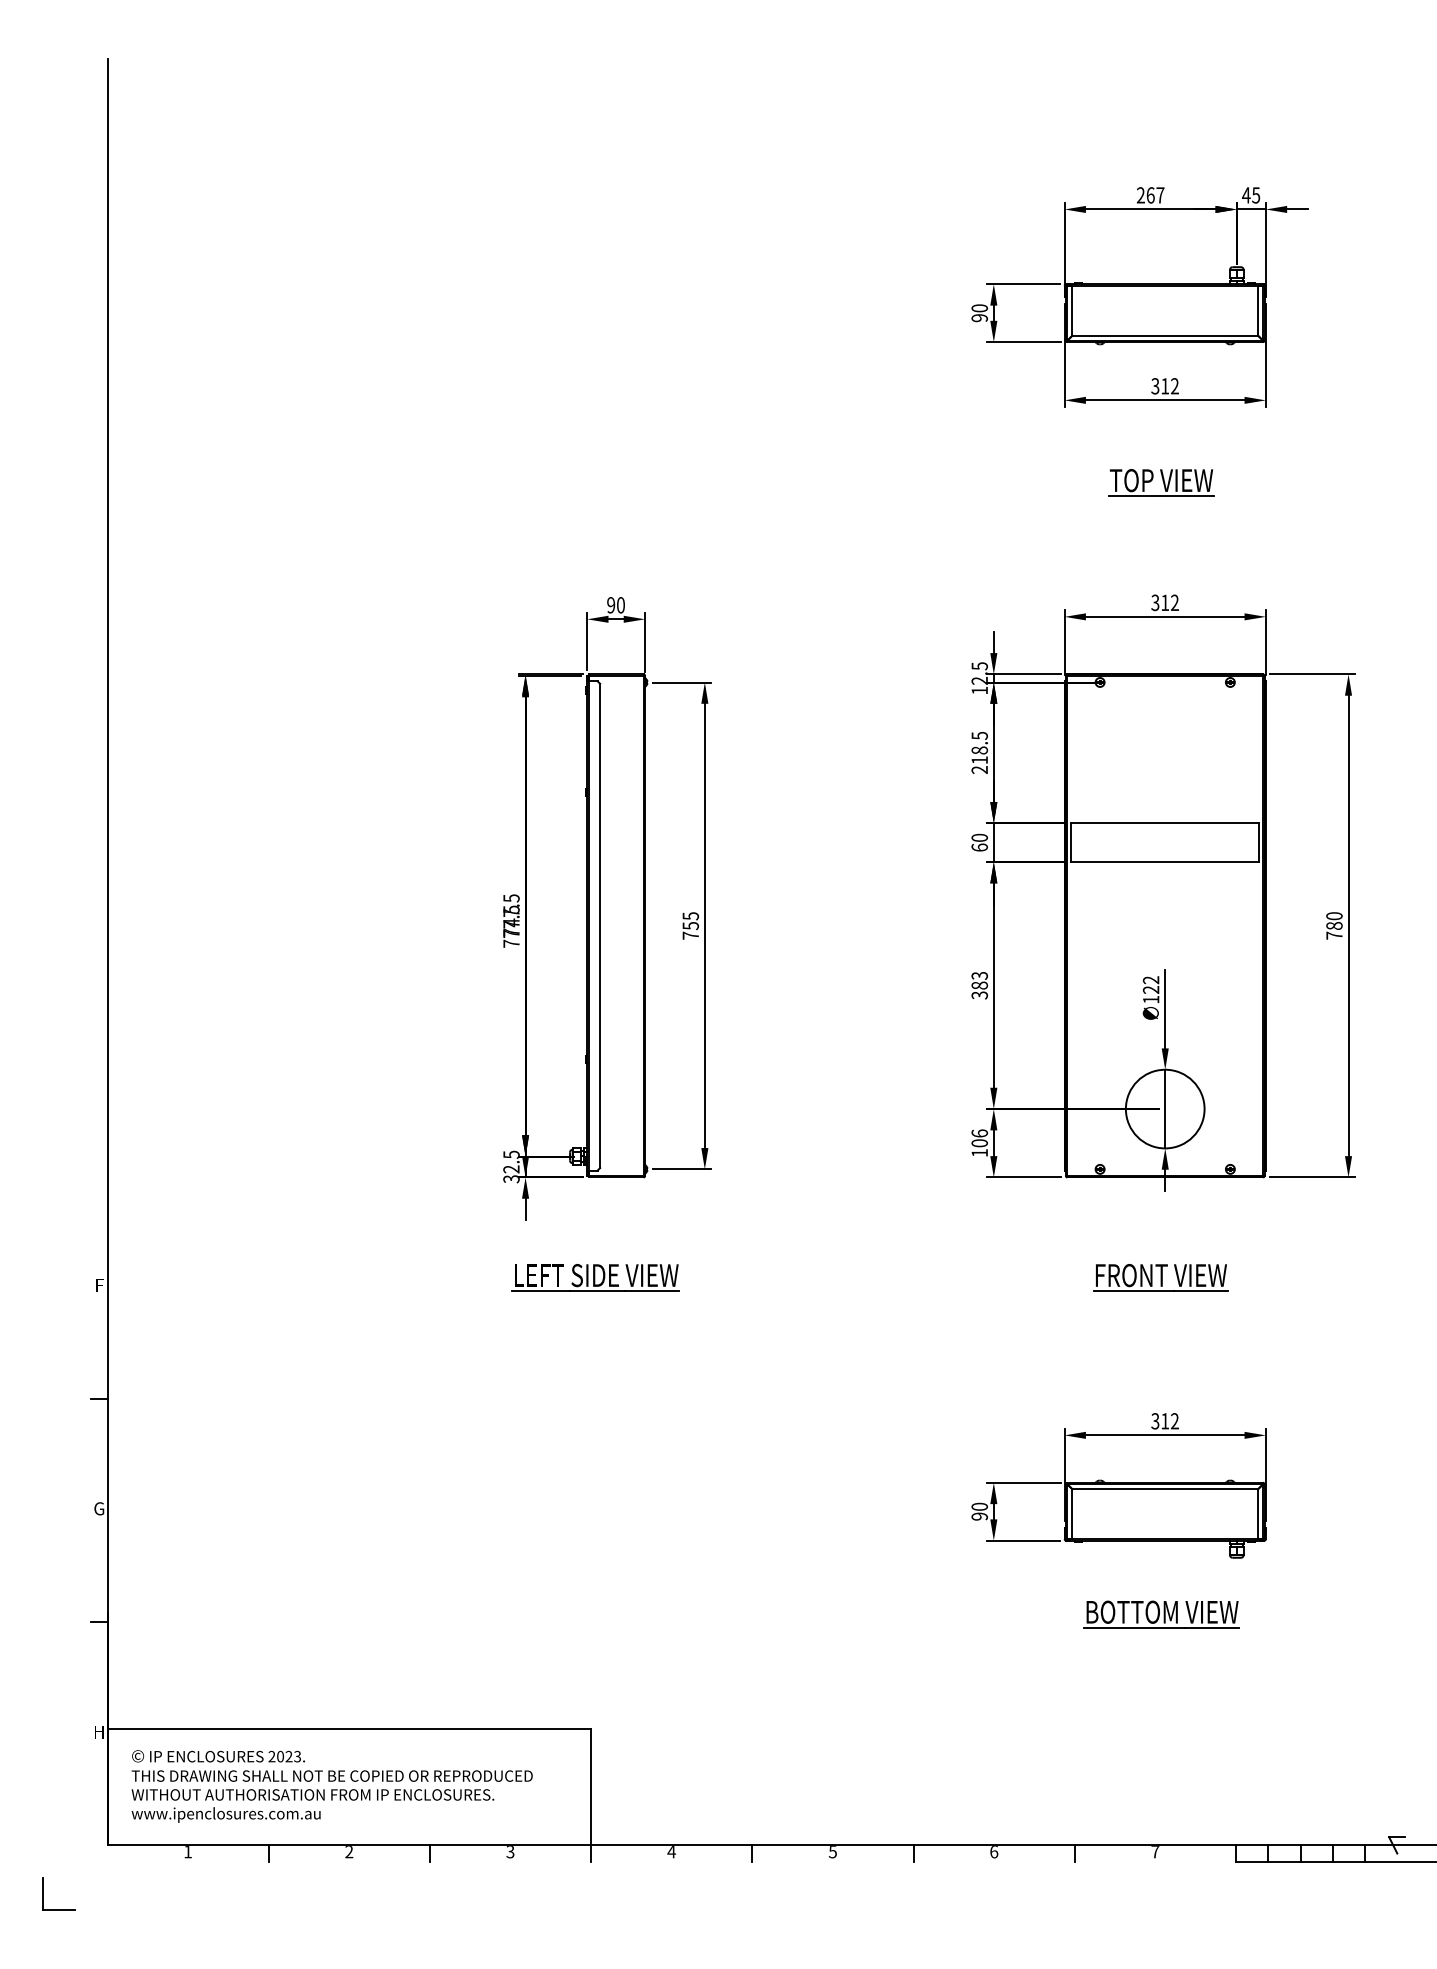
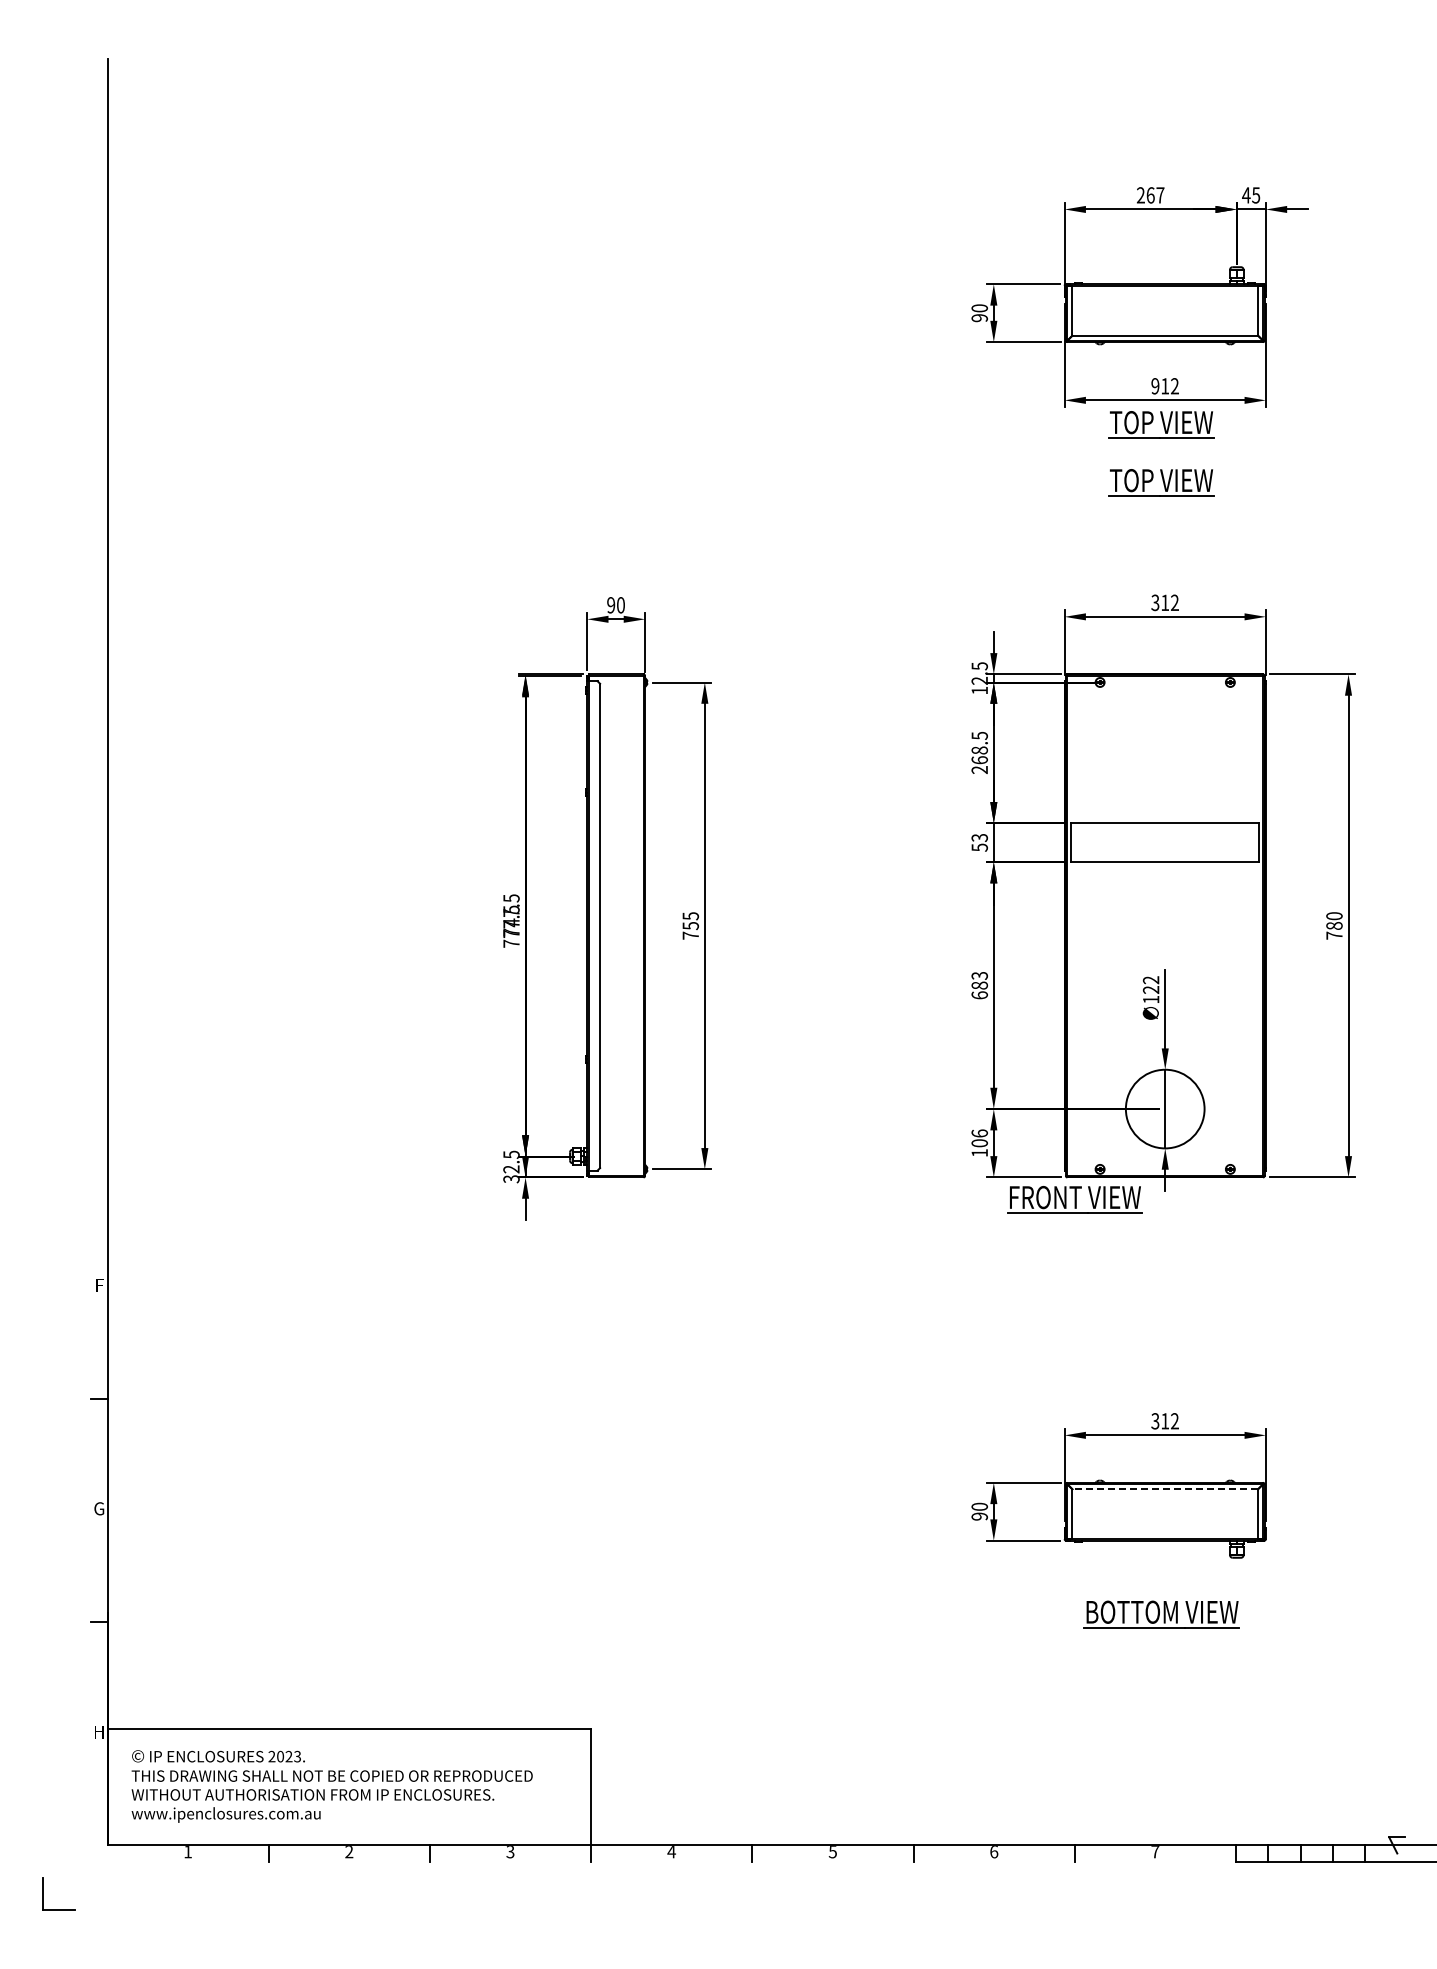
text at (1155, 386): 312 -> 912
part at (1161, 424): none -> present
text at (979, 760): 218.5 -> 268.5
text at (979, 842): 60 -> 53
text at (979, 995): 383 -> 683
part at (595, 1277): present -> none
part at (1160, 1277) position: (1160, 1277) -> (1074, 1199)
line at (1165, 1489): solid -> dashed
